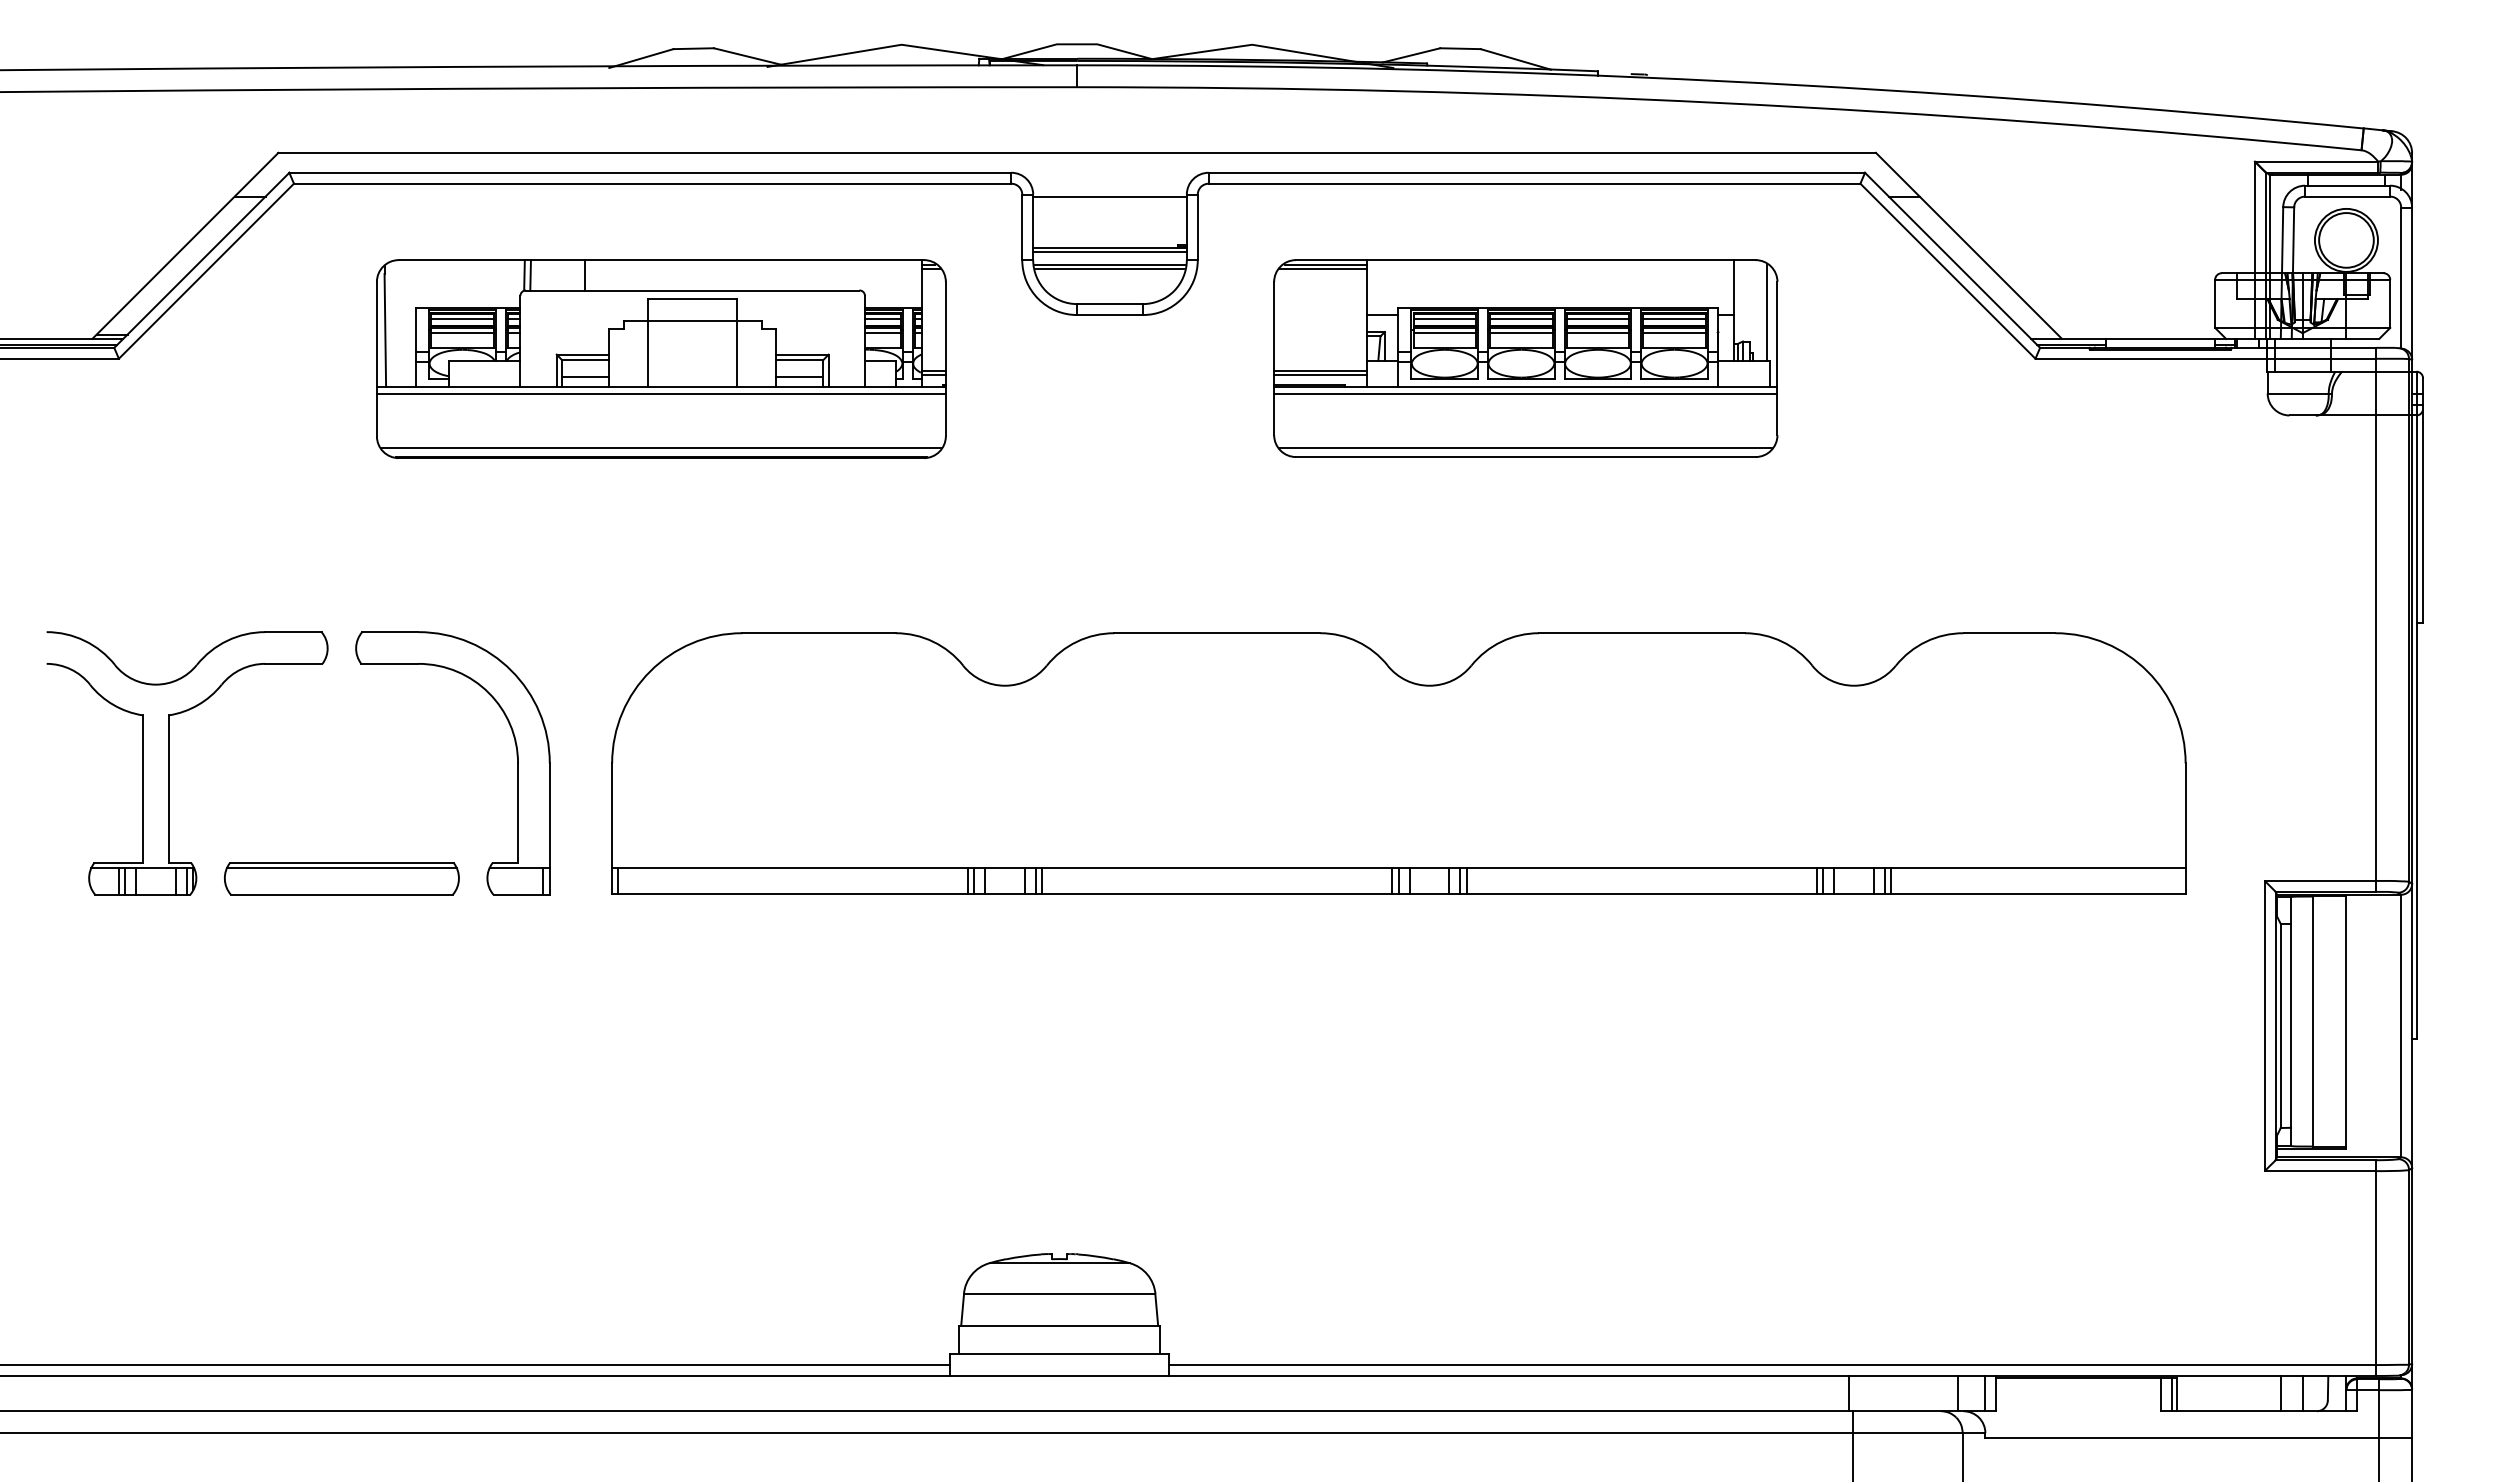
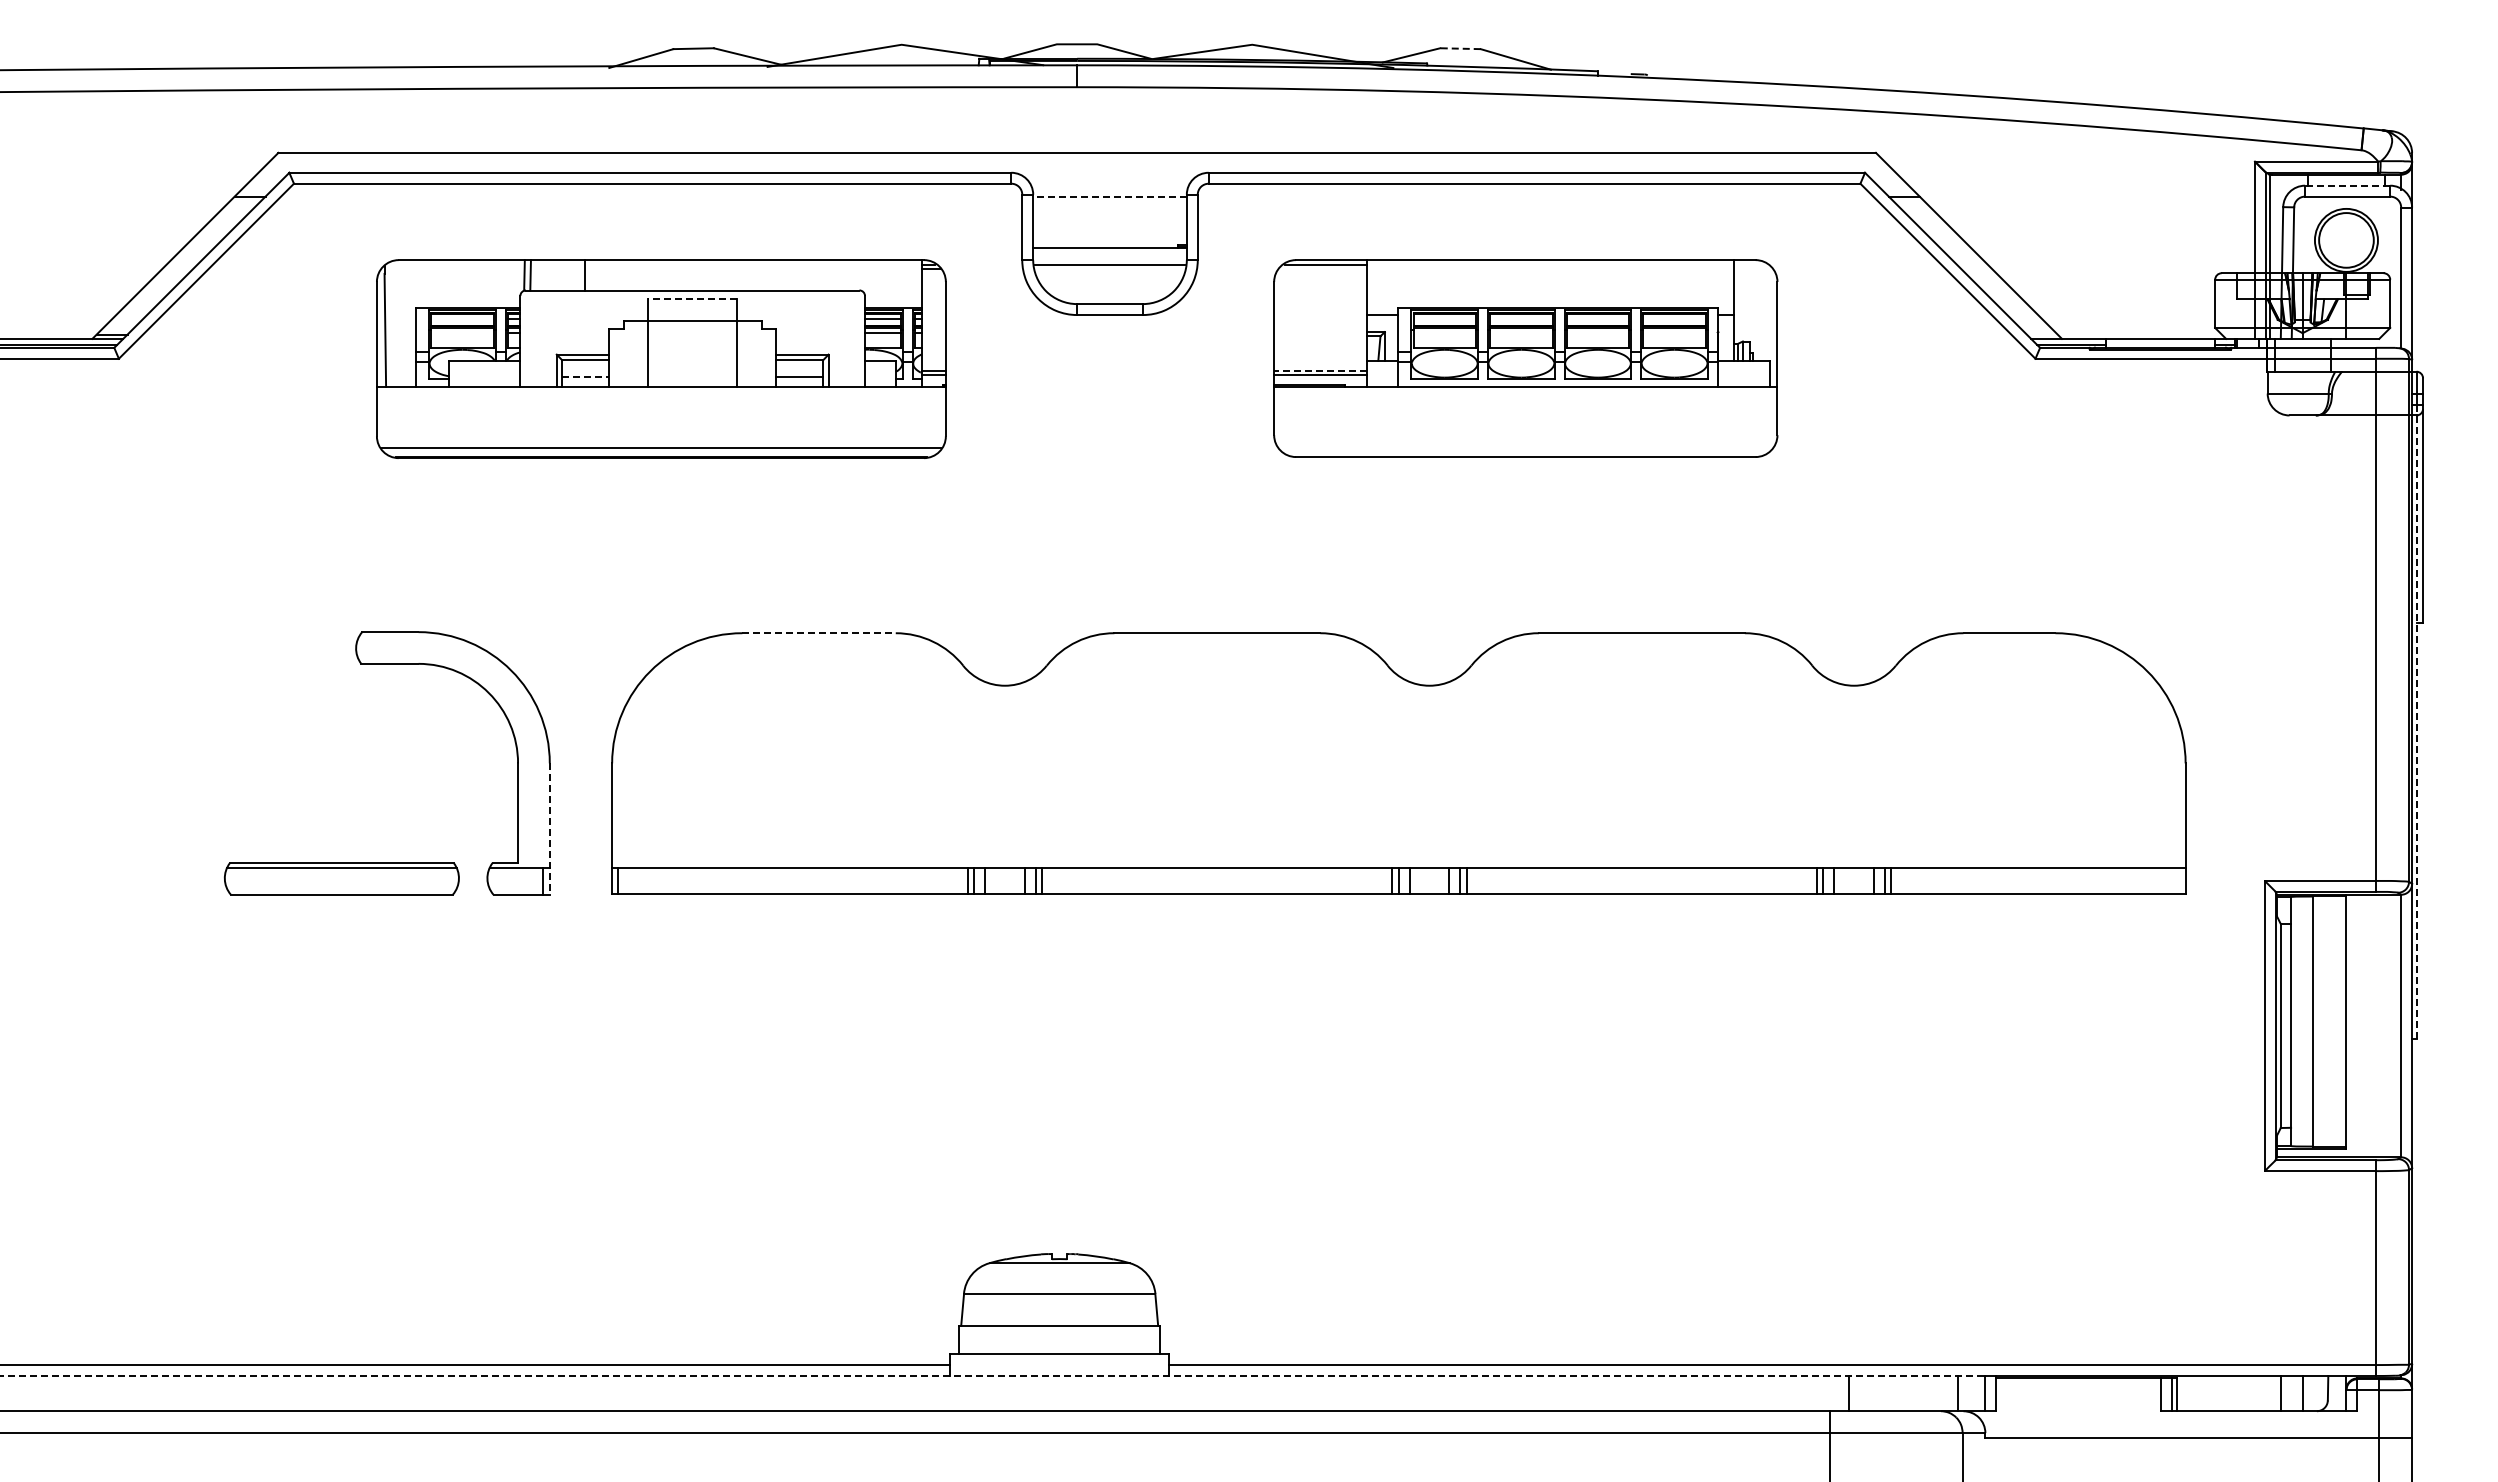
line at (1460, 48): solid -> dashed
line at (2347, 185): solid -> dashed
line at (1110, 196): solid -> dashed
line at (1109, 252): present -> none
line at (1109, 268): present -> none
line at (1322, 268): present -> none
line at (692, 298): solid -> dashed
line at (1766, 312): present -> none
line at (462, 319): present -> none
line at (1444, 319): present -> none
line at (1521, 319): present -> none
line at (1597, 319): present -> none
line at (1674, 319): present -> none
line at (462, 333): present -> none
line at (1444, 333): present -> none
line at (1521, 333): present -> none
line at (1597, 333): present -> none
line at (1674, 333): present -> none
line at (1319, 370): solid -> dashed
line at (586, 376): solid -> dashed
line at (660, 393): present -> none
line at (1525, 393): present -> none
line at (1525, 448): present -> none
line at (819, 633): solid -> dashed
line at (2416, 721): solid -> dashed
part at (169, 763): present -> none
line at (549, 829): solid -> dashed
line at (992, 1376): solid -> dashed
line at (1853, 1444) position: (1853, 1444) -> (1830, 1444)
